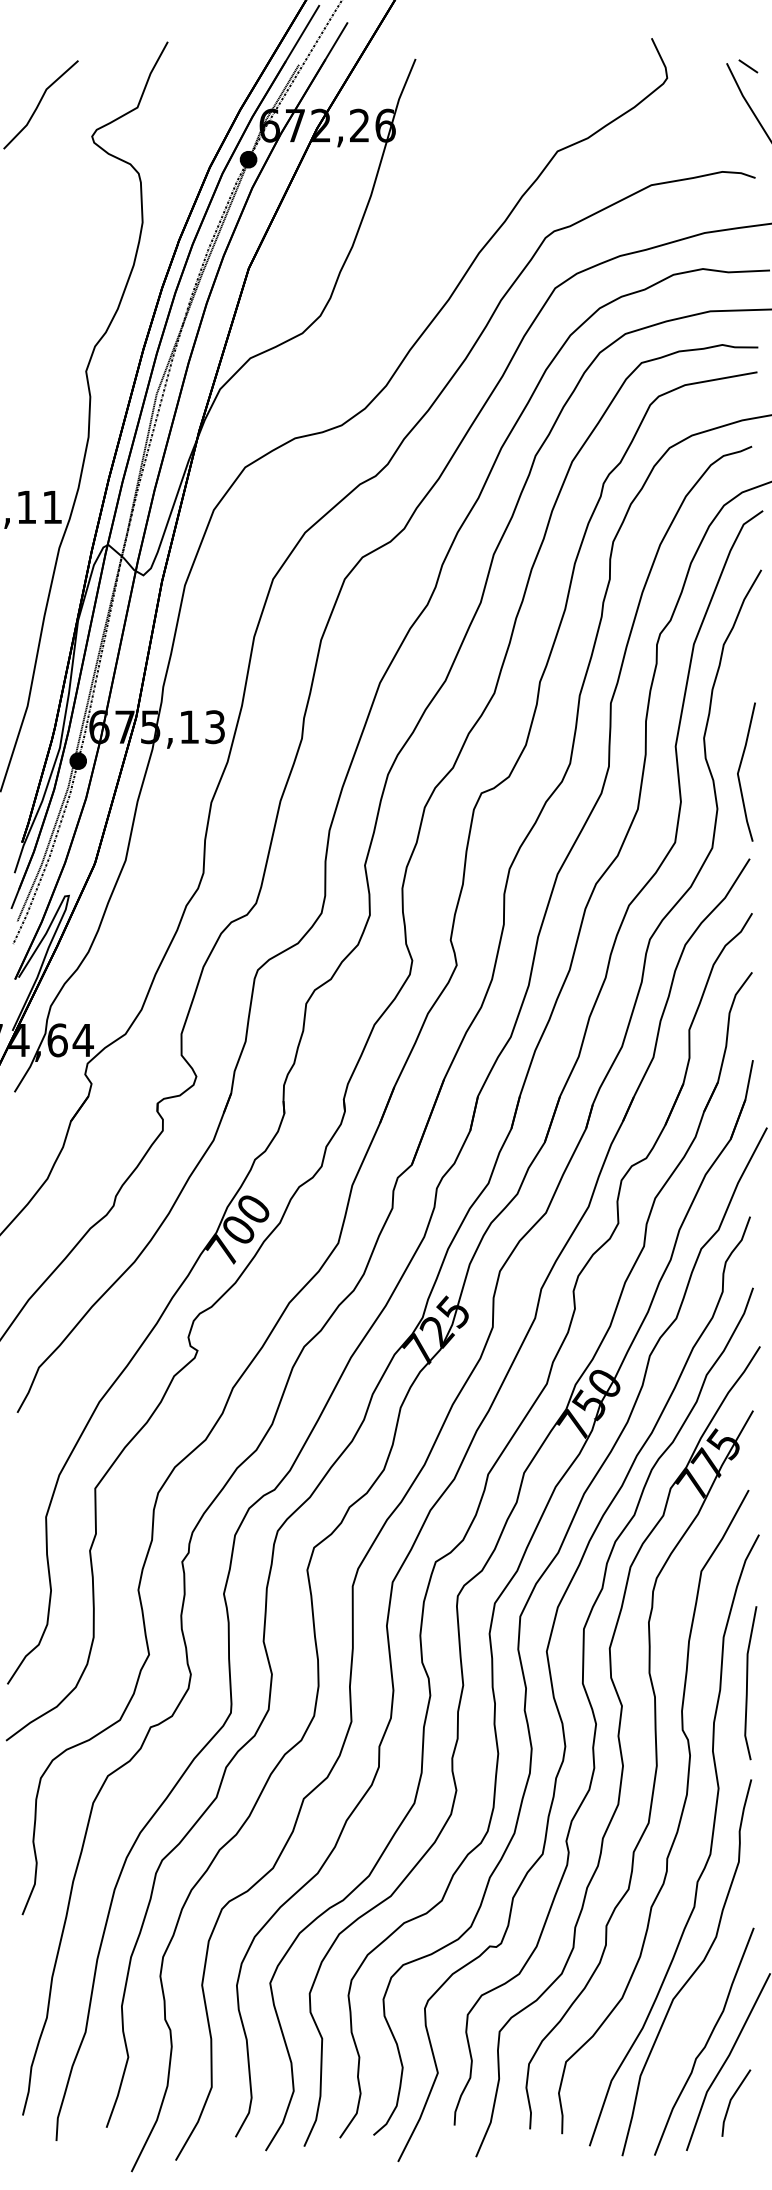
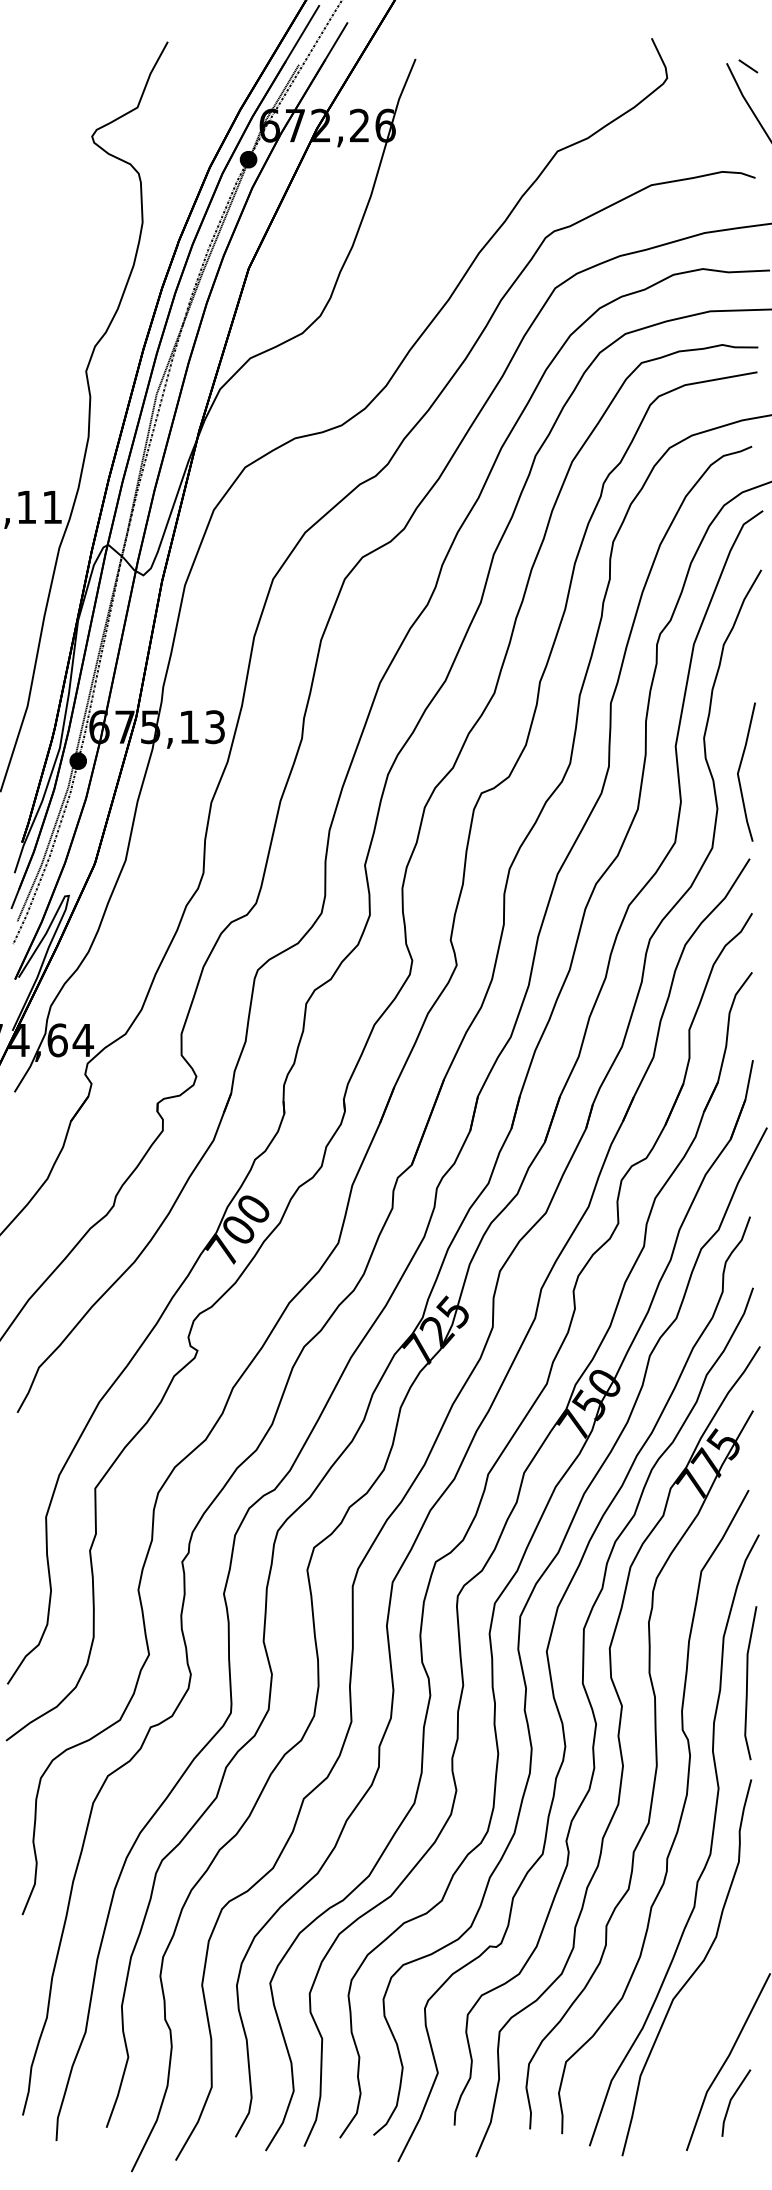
line at (40, 103): present -> none
part at (704, 2041): present -> none
